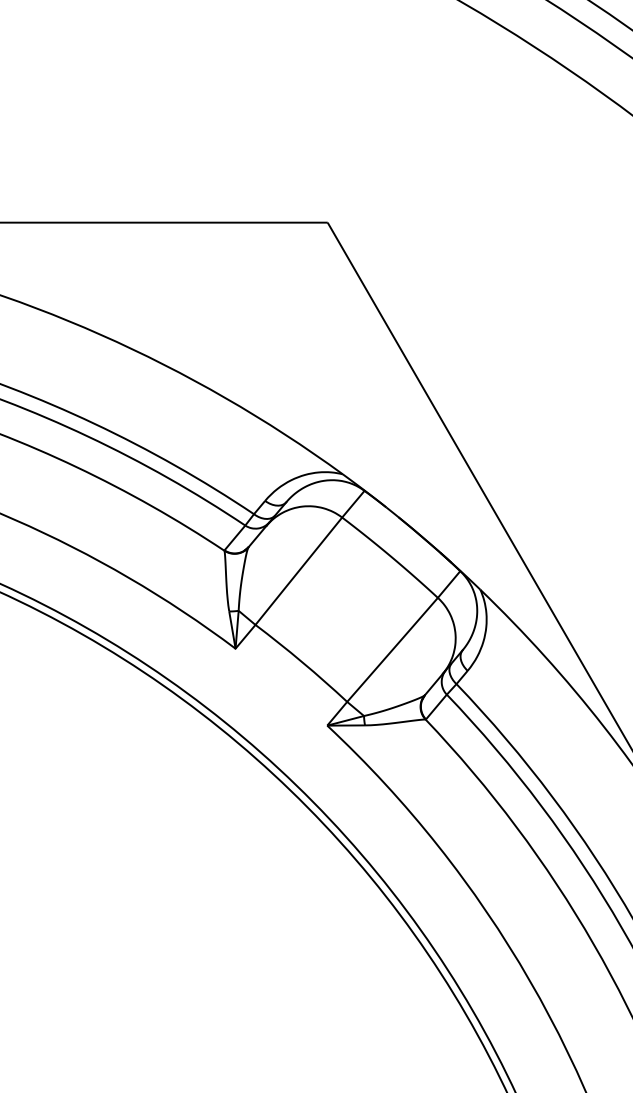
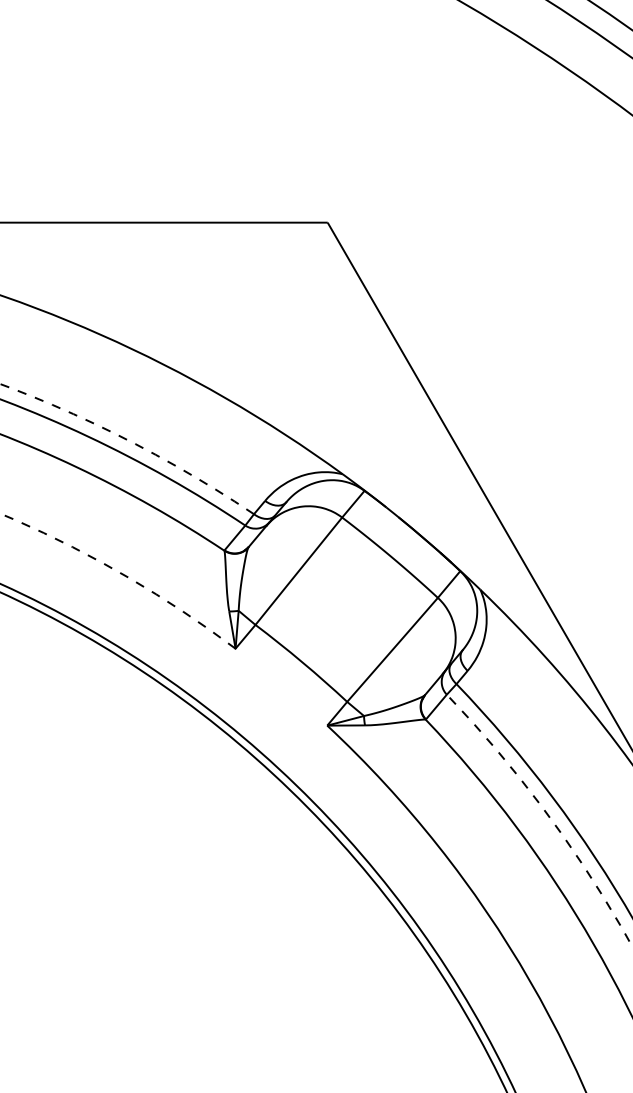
arc at (130, 441): solid -> dashed
arc at (123, 574): solid -> dashed
arc at (548, 815): solid -> dashed
